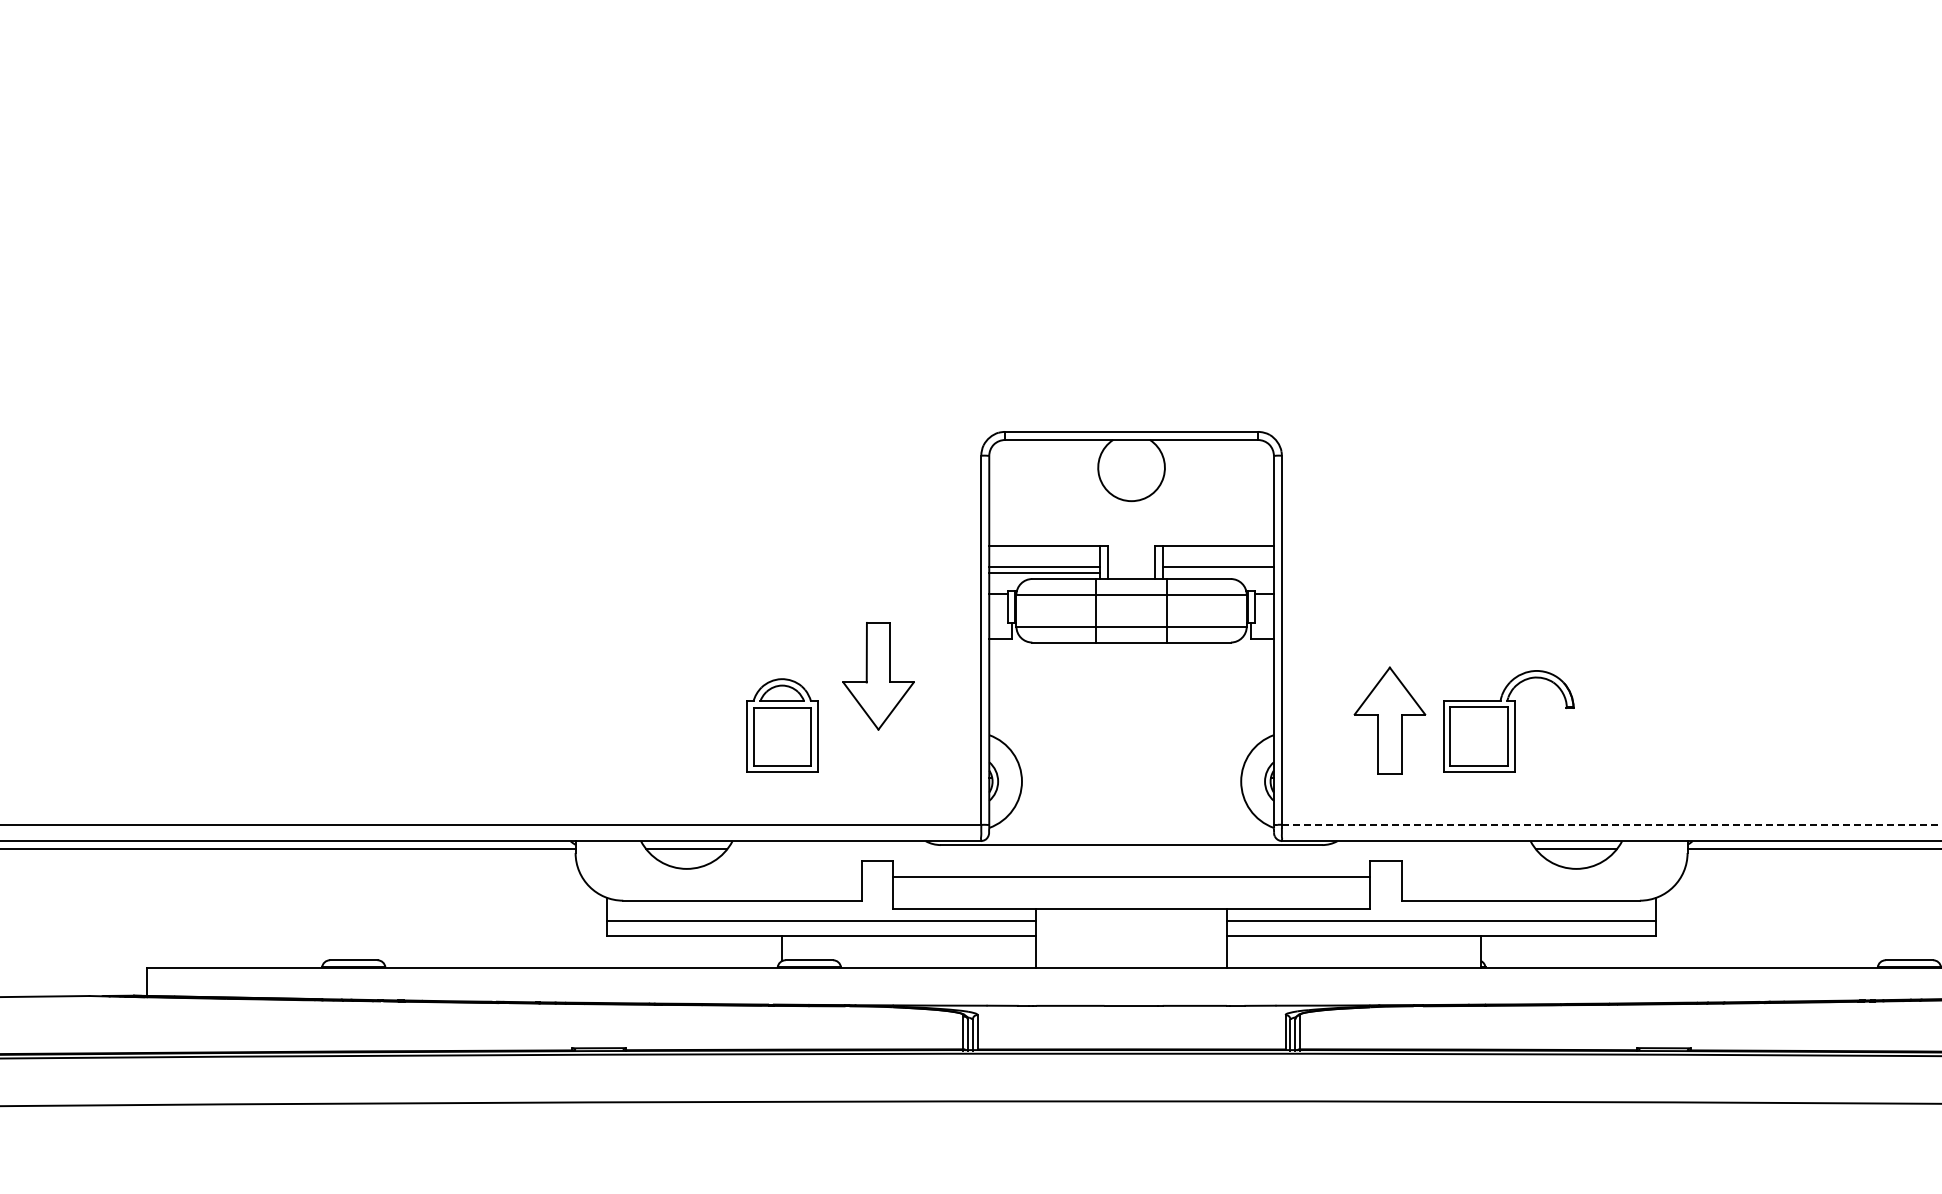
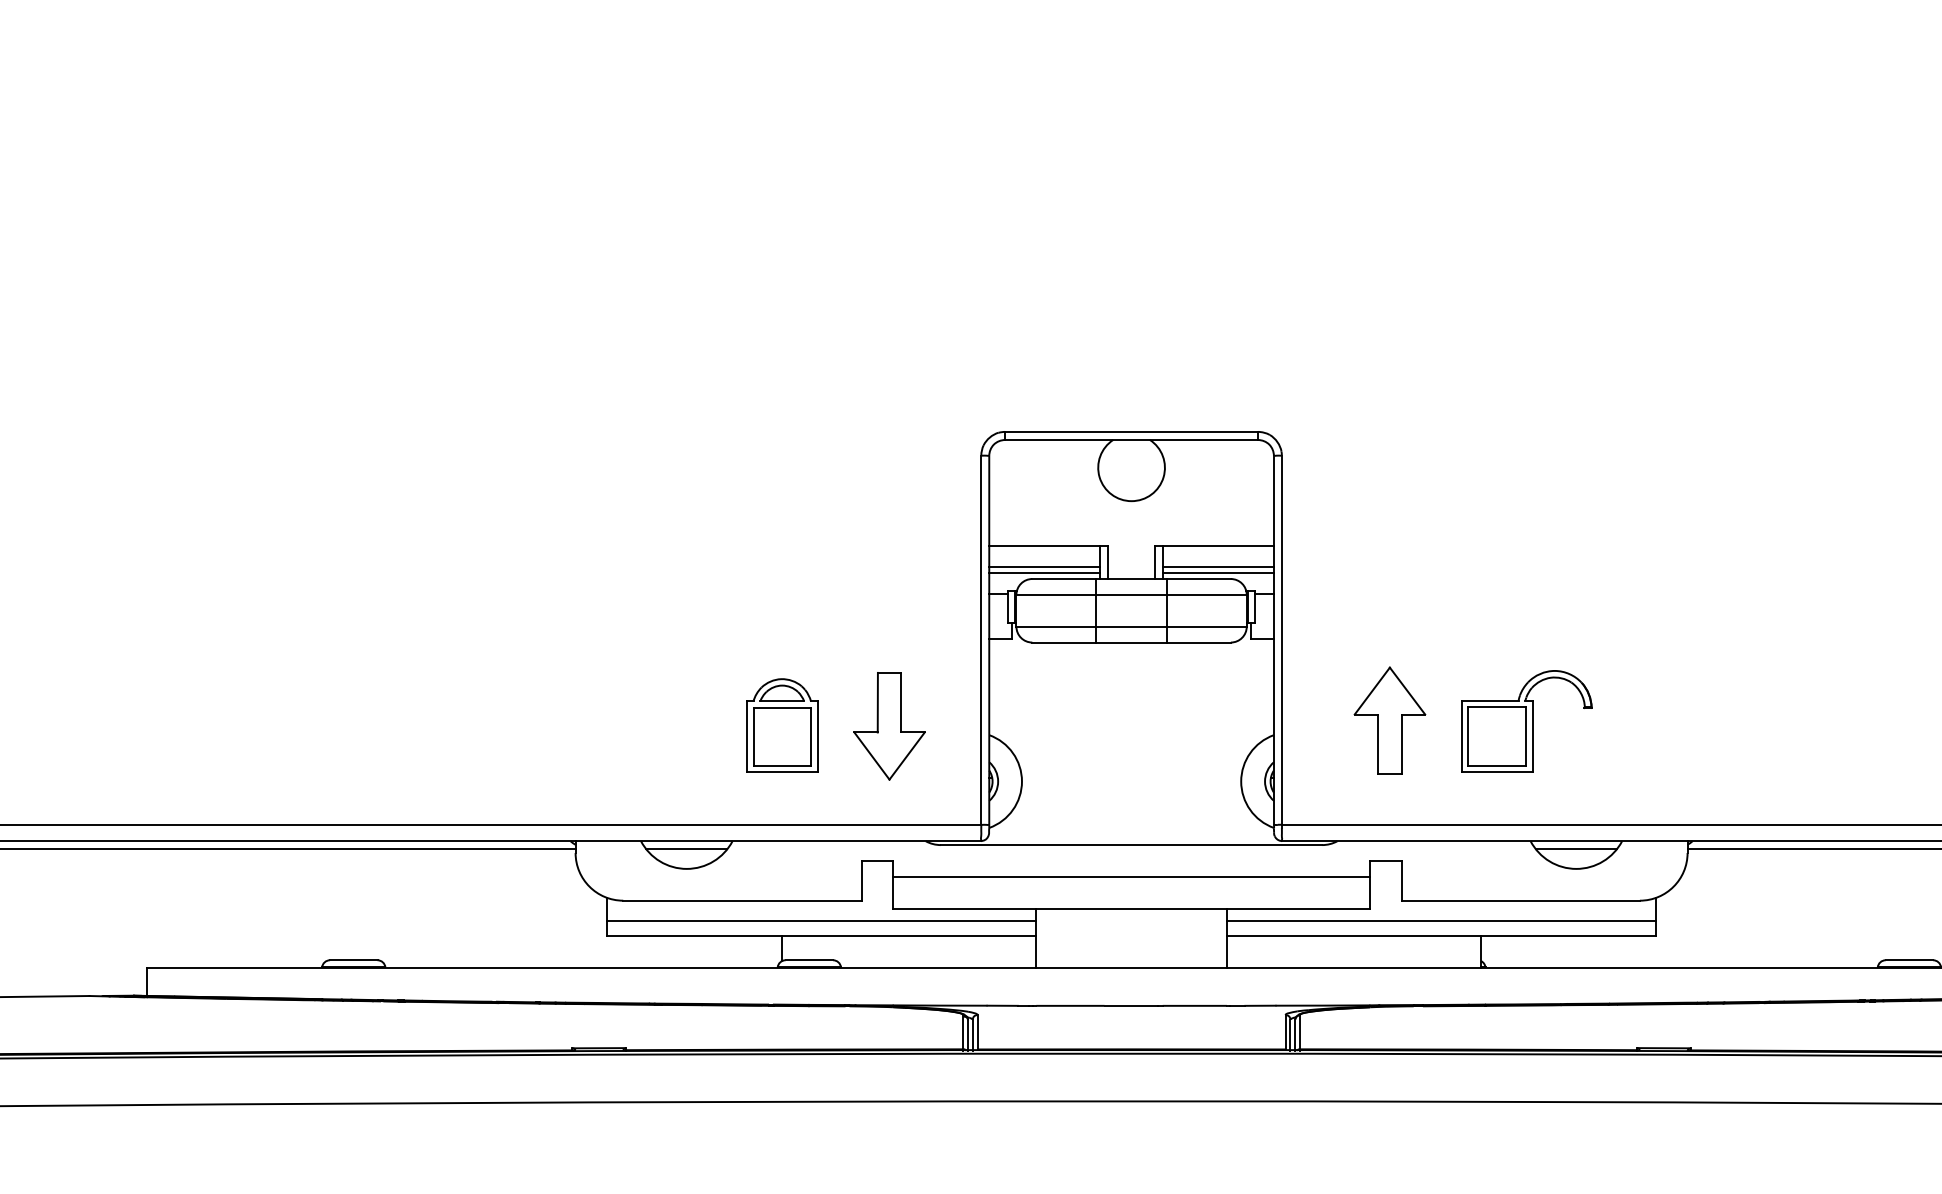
line at (1218, 573): none -> present
part at (878, 676) position: (878, 676) -> (889, 726)
part at (1508, 721) position: (1508, 721) -> (1526, 721)
line at (1611, 824): dashed -> solid
